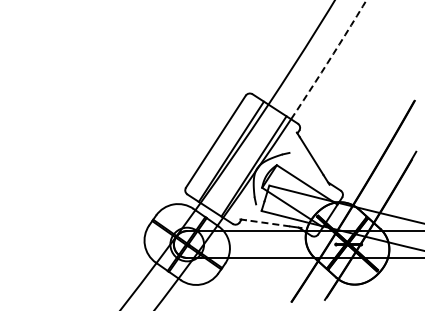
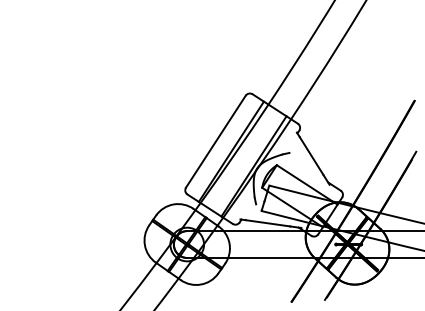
arc at (329, 59): dashed -> solid
line at (267, 223): dashed -> solid
